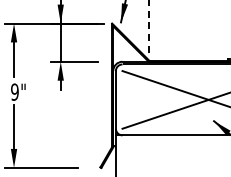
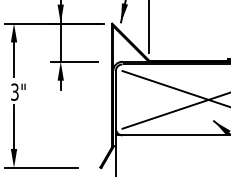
line at (149, 25): dashed -> solid
text at (14, 91): 9" -> 3"
